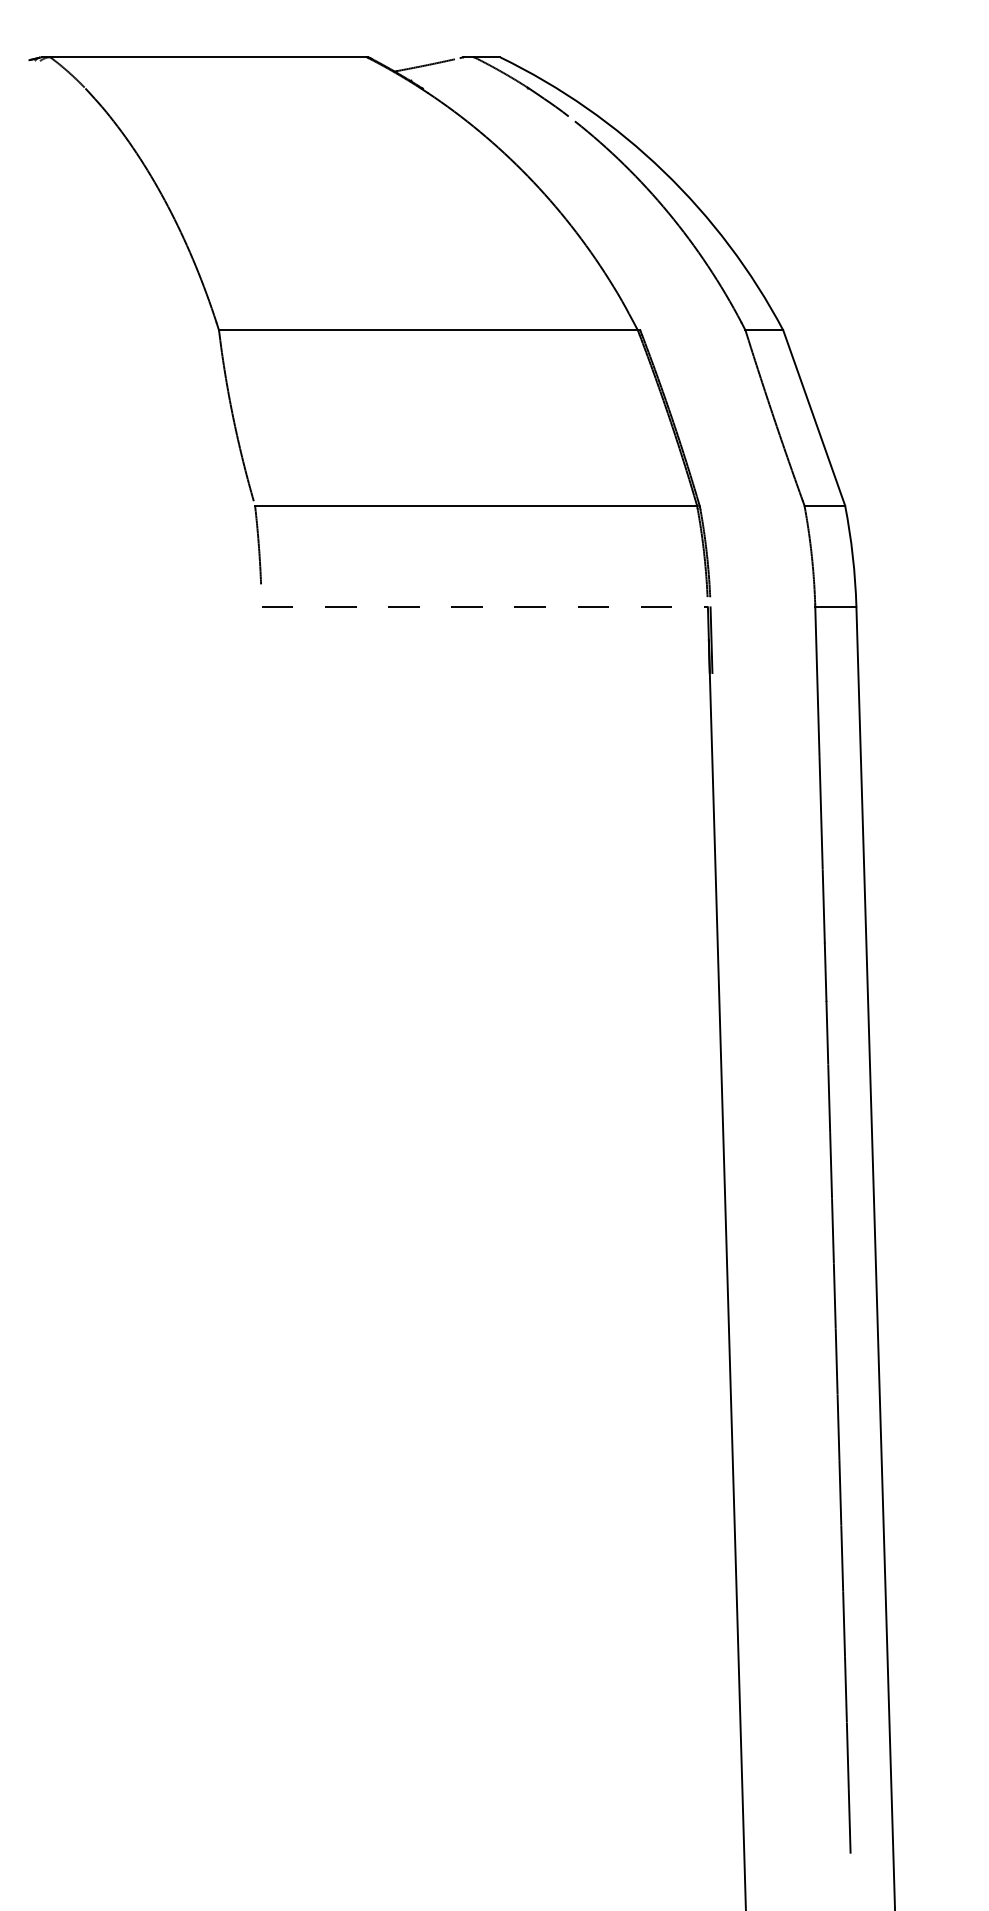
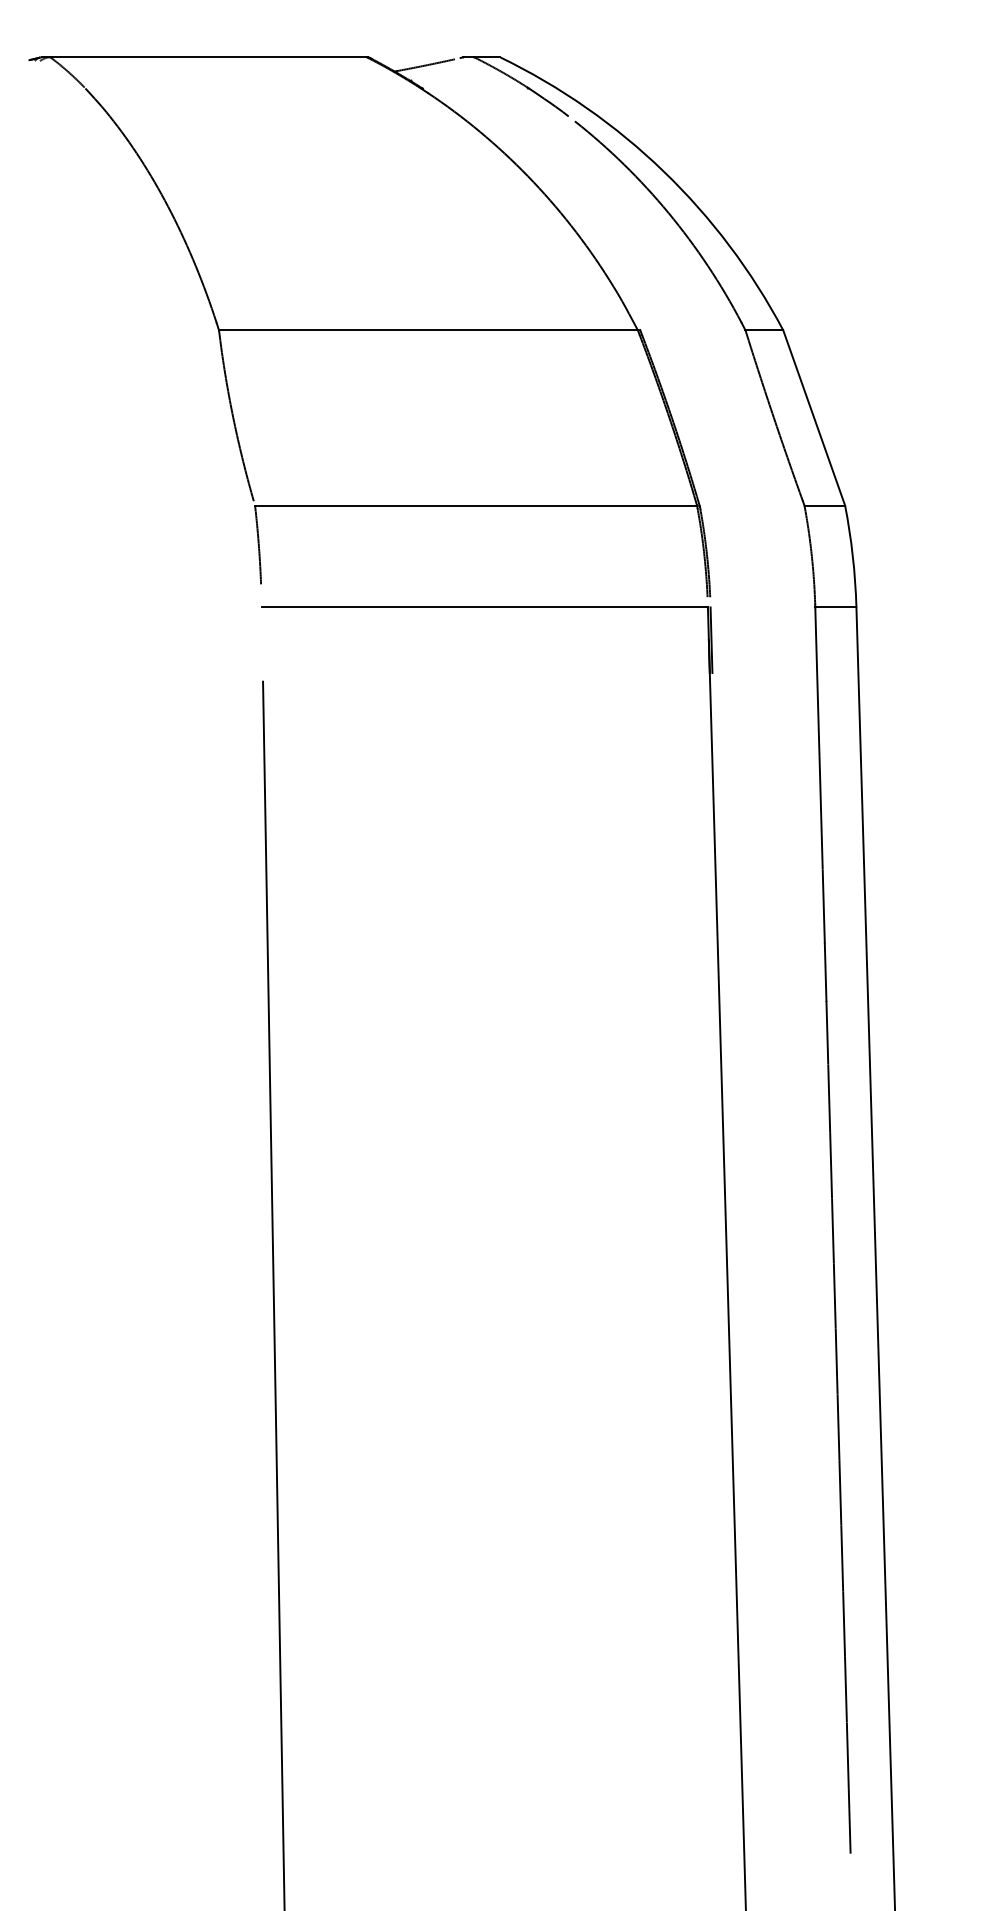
line at (485, 607): dashed -> solid
line at (273, 1294): none -> present
